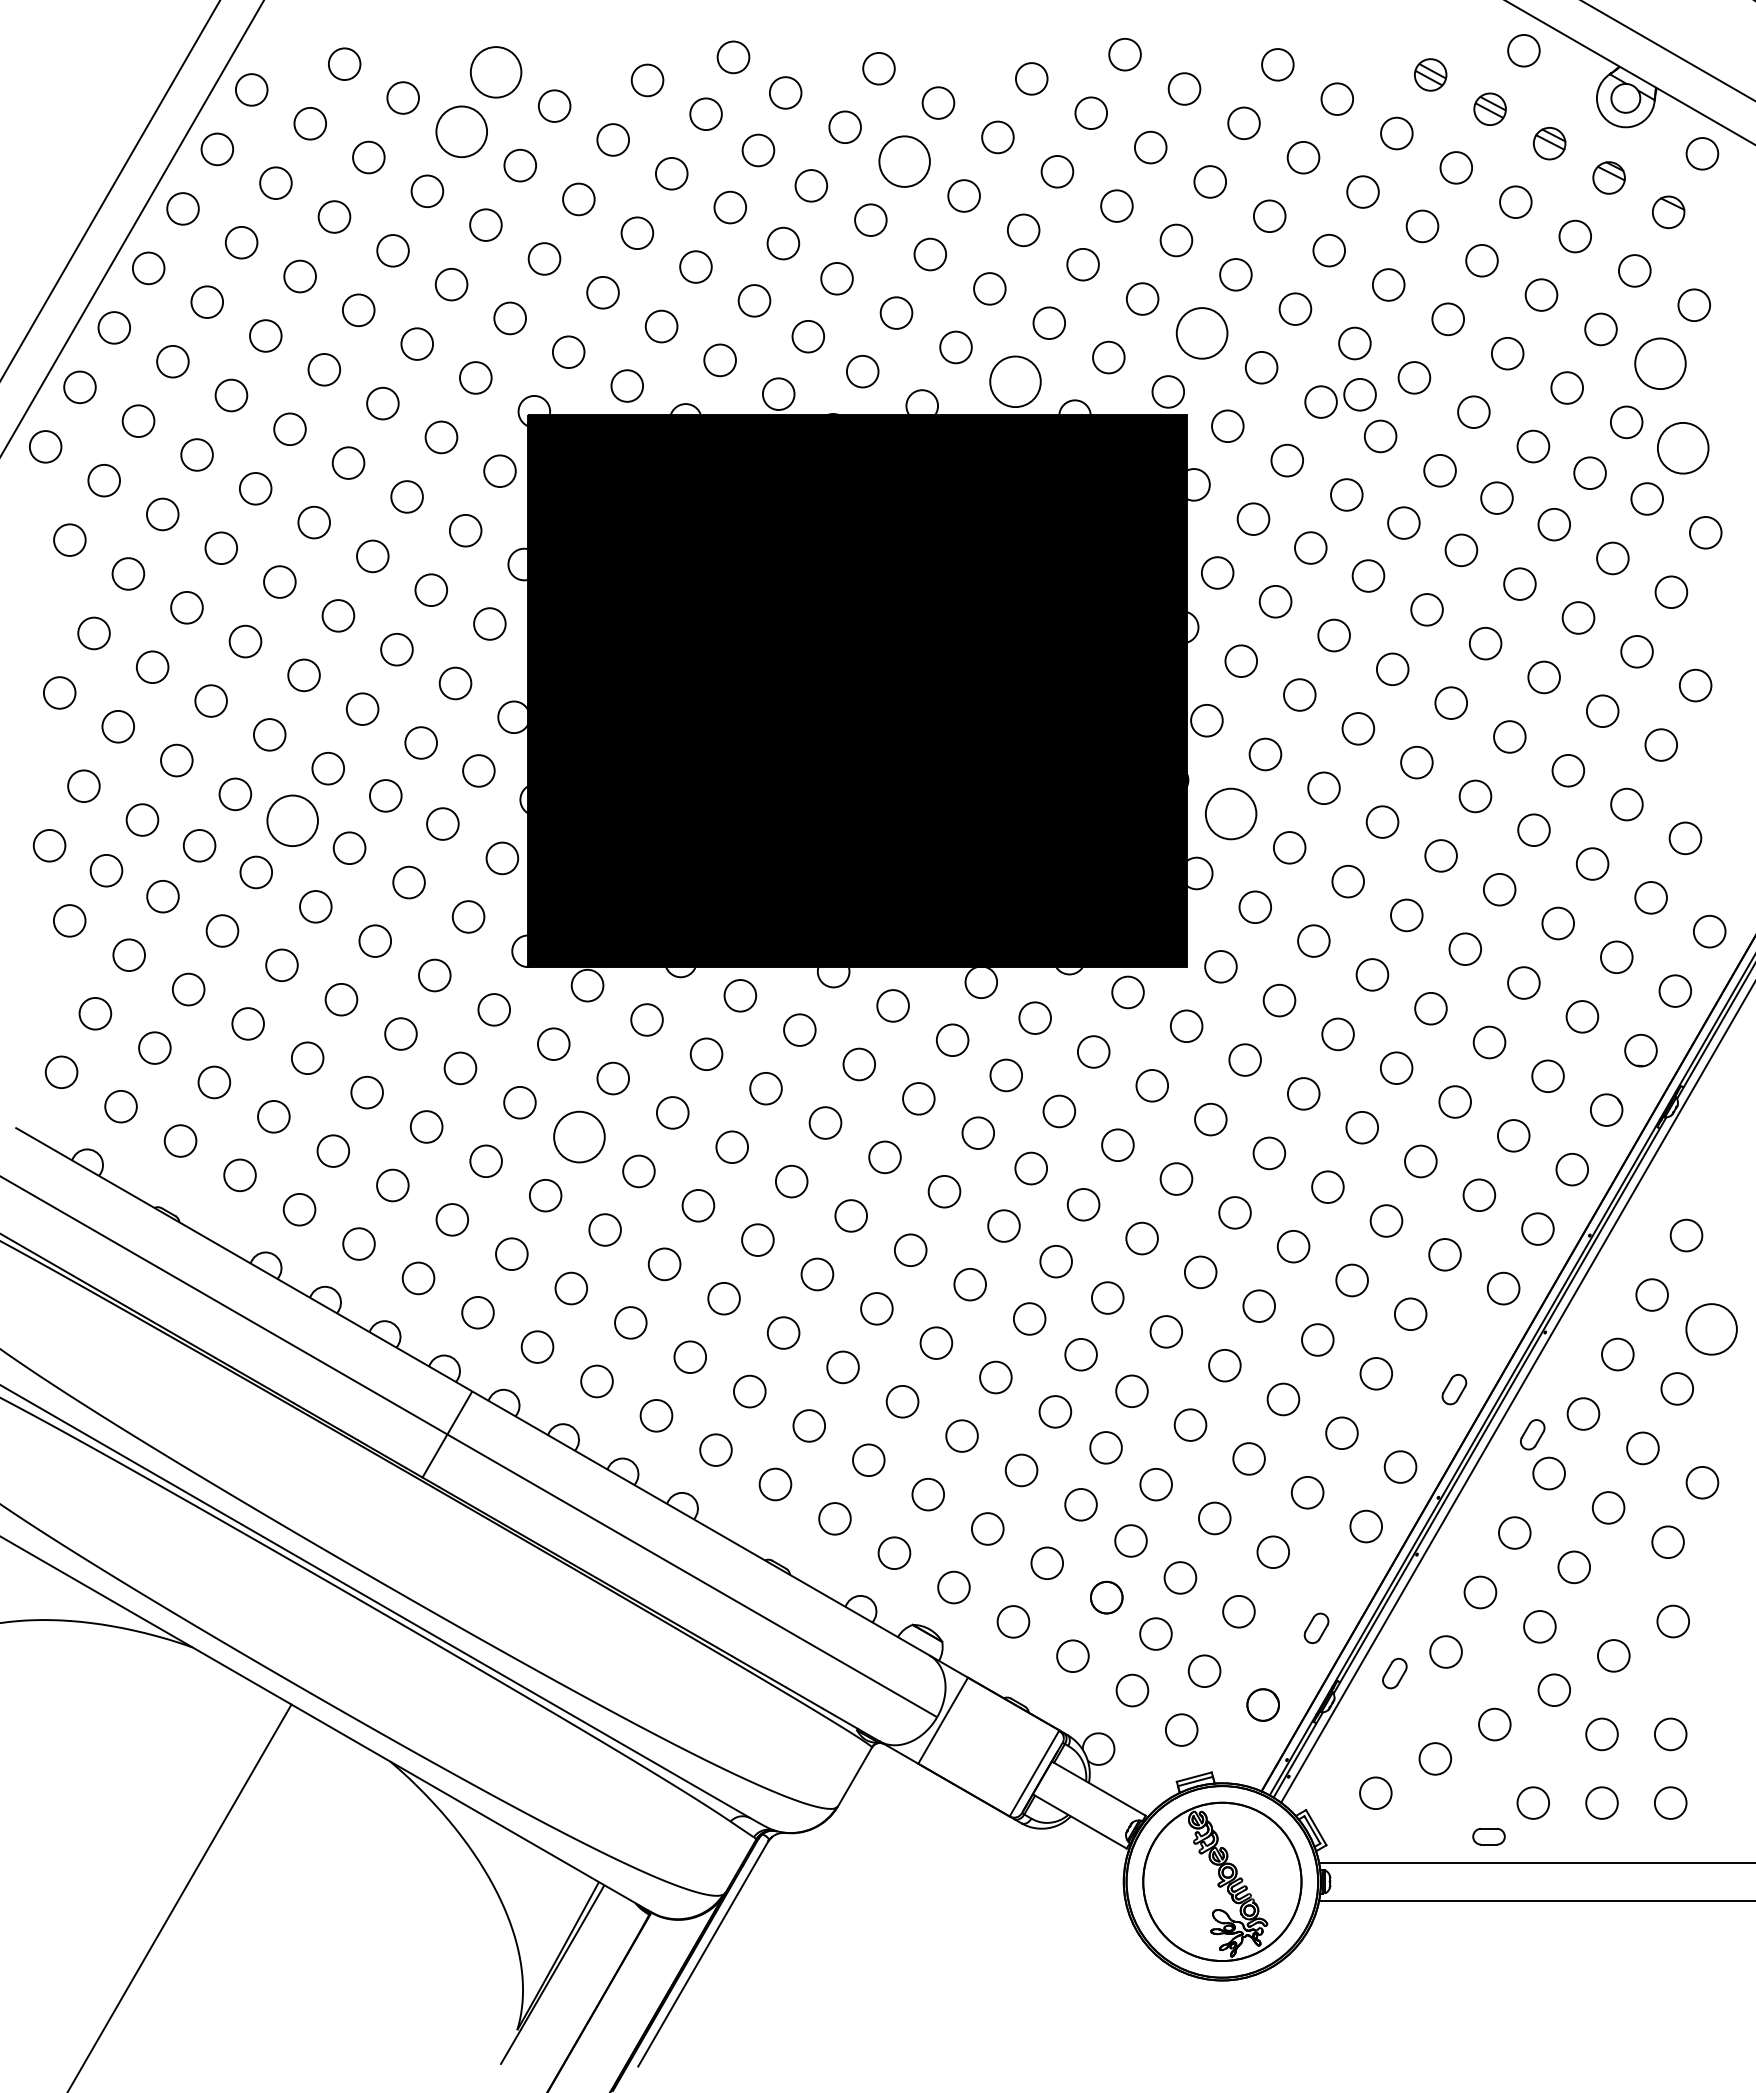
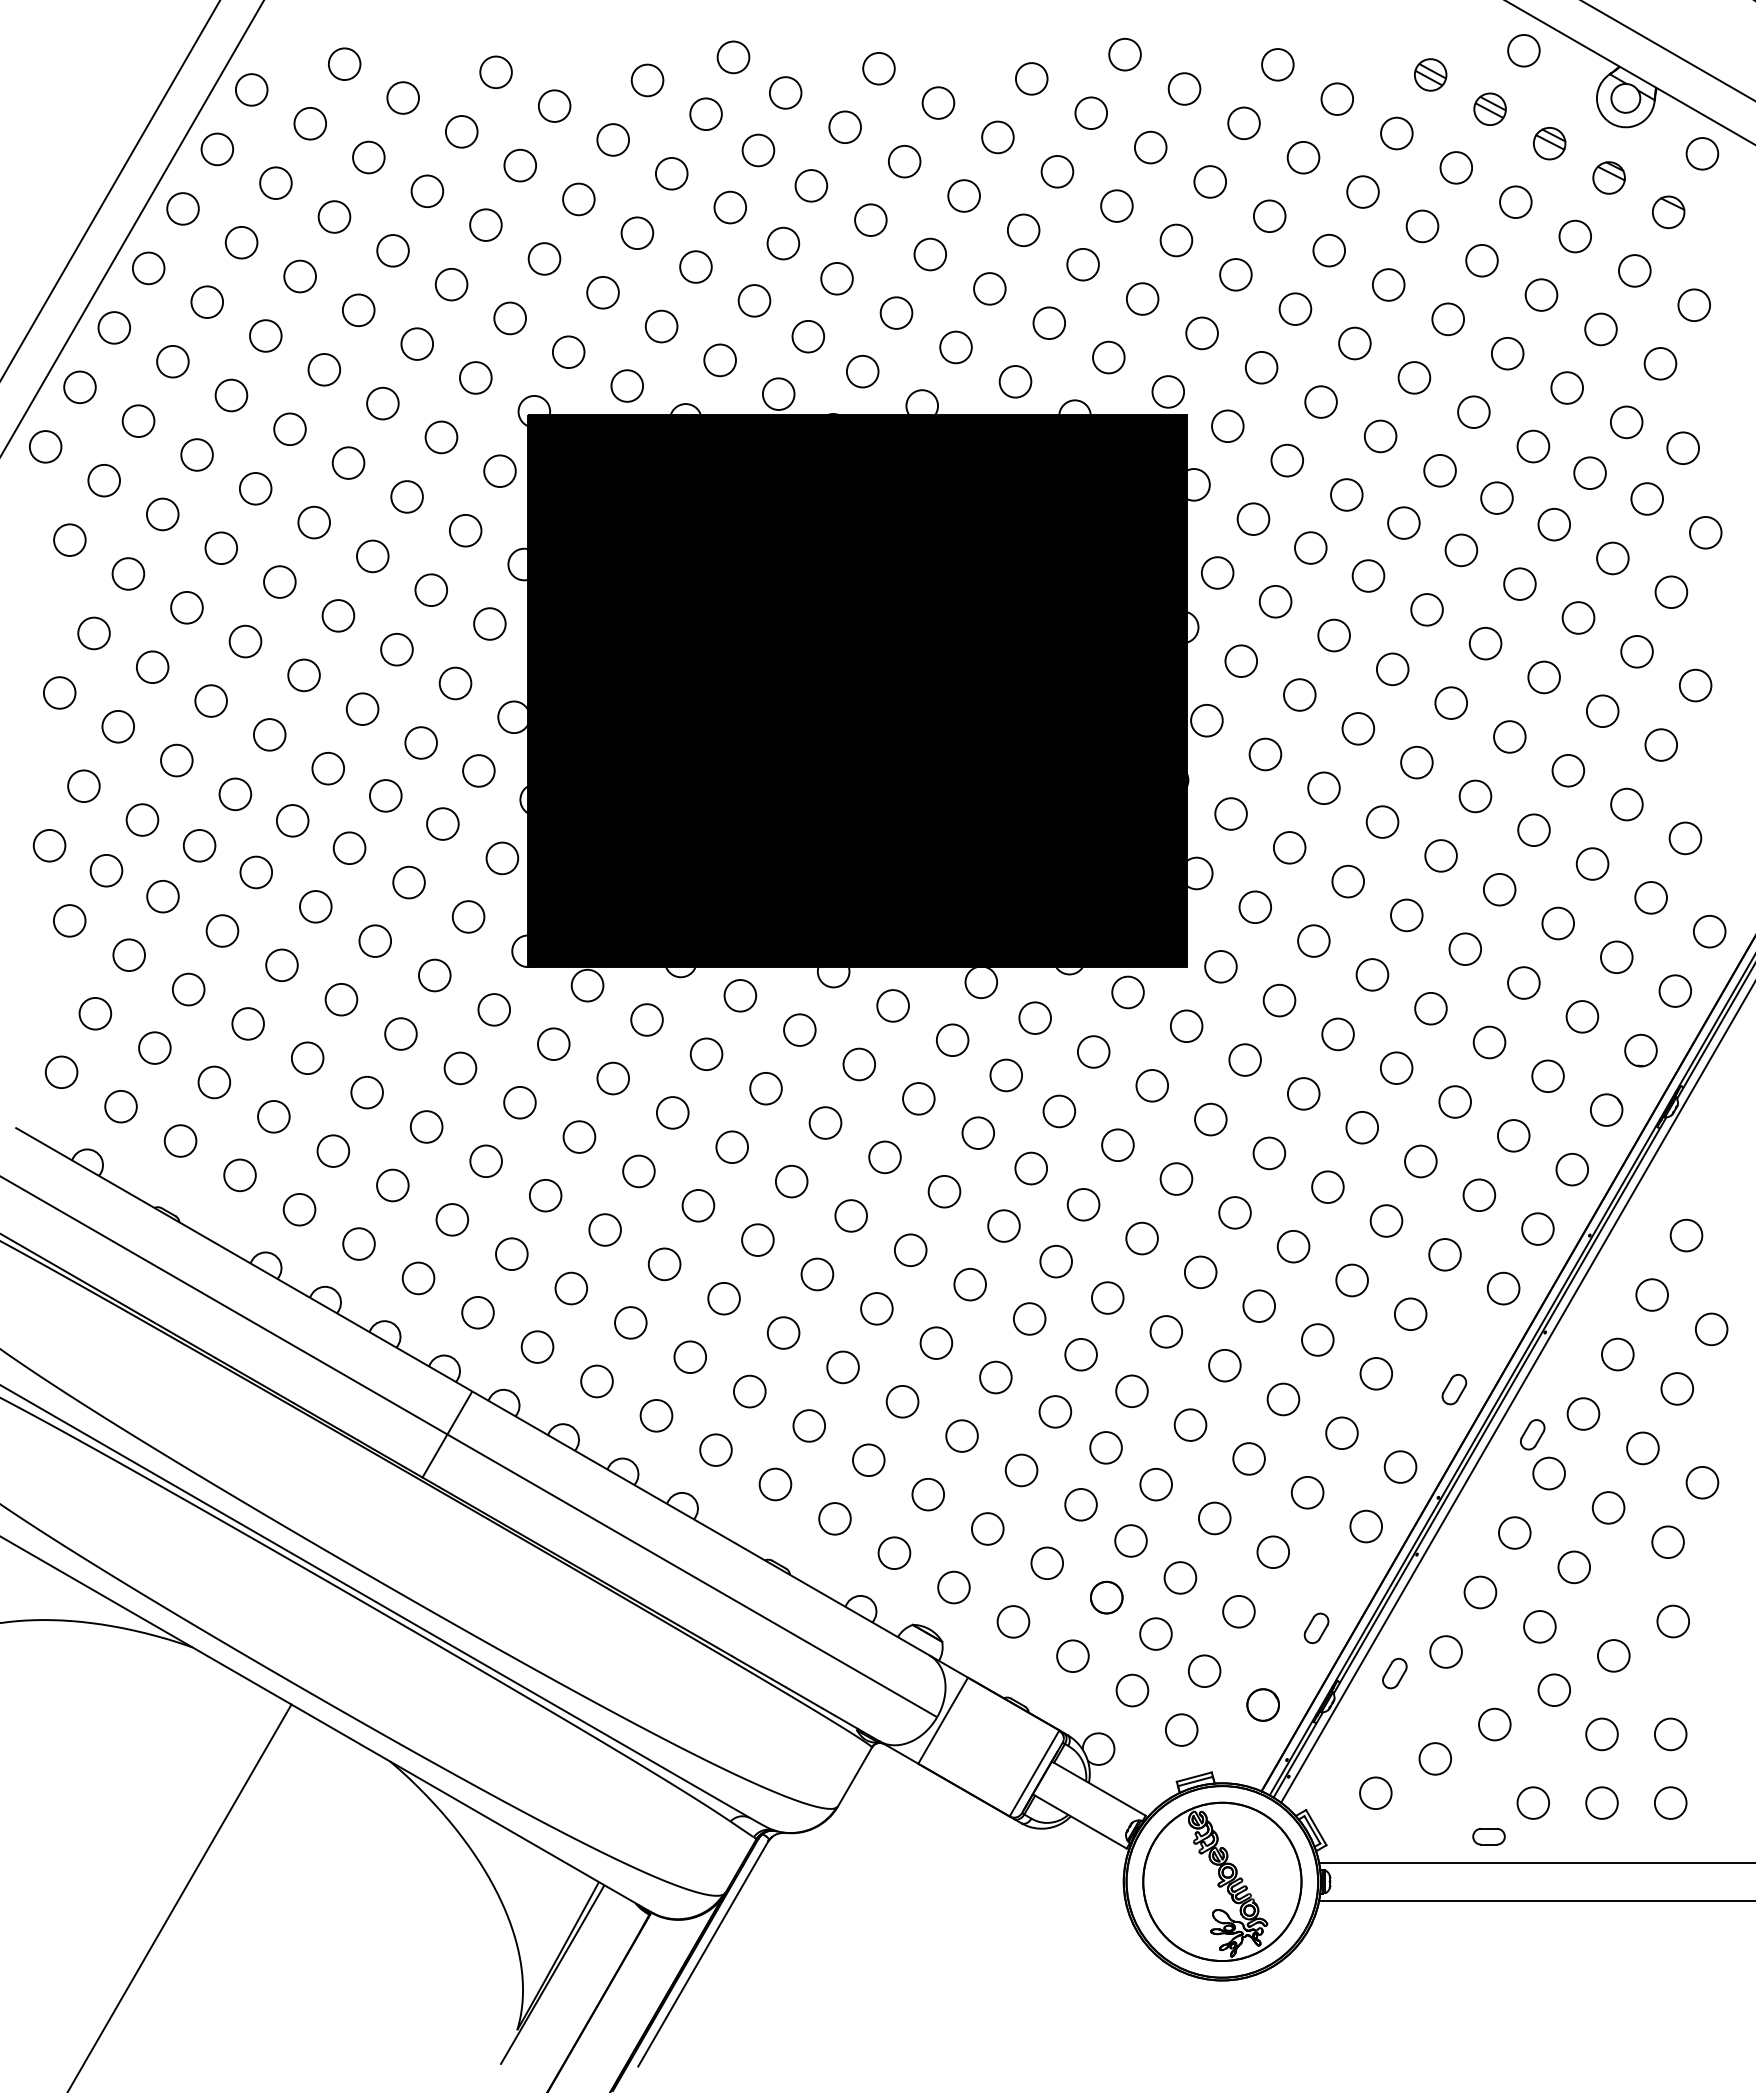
circle at (495, 72) diameter: 51 px -> 32 px
circle at (461, 131) diameter: 51 px -> 32 px
circle at (904, 161) diameter: 51 px -> 32 px
circle at (1201, 333) diameter: 51 px -> 32 px
circle at (1660, 363) diameter: 51 px -> 32 px
circle at (1015, 381) diameter: 51 px -> 32 px
circle at (1359, 394): present -> none
circle at (1682, 447) diameter: 51 px -> 32 px
circle at (1230, 813) diameter: 51 px -> 32 px
circle at (292, 820) diameter: 51 px -> 32 px
circle at (579, 1136) diameter: 51 px -> 32 px
circle at (1711, 1329) diameter: 51 px -> 32 px
